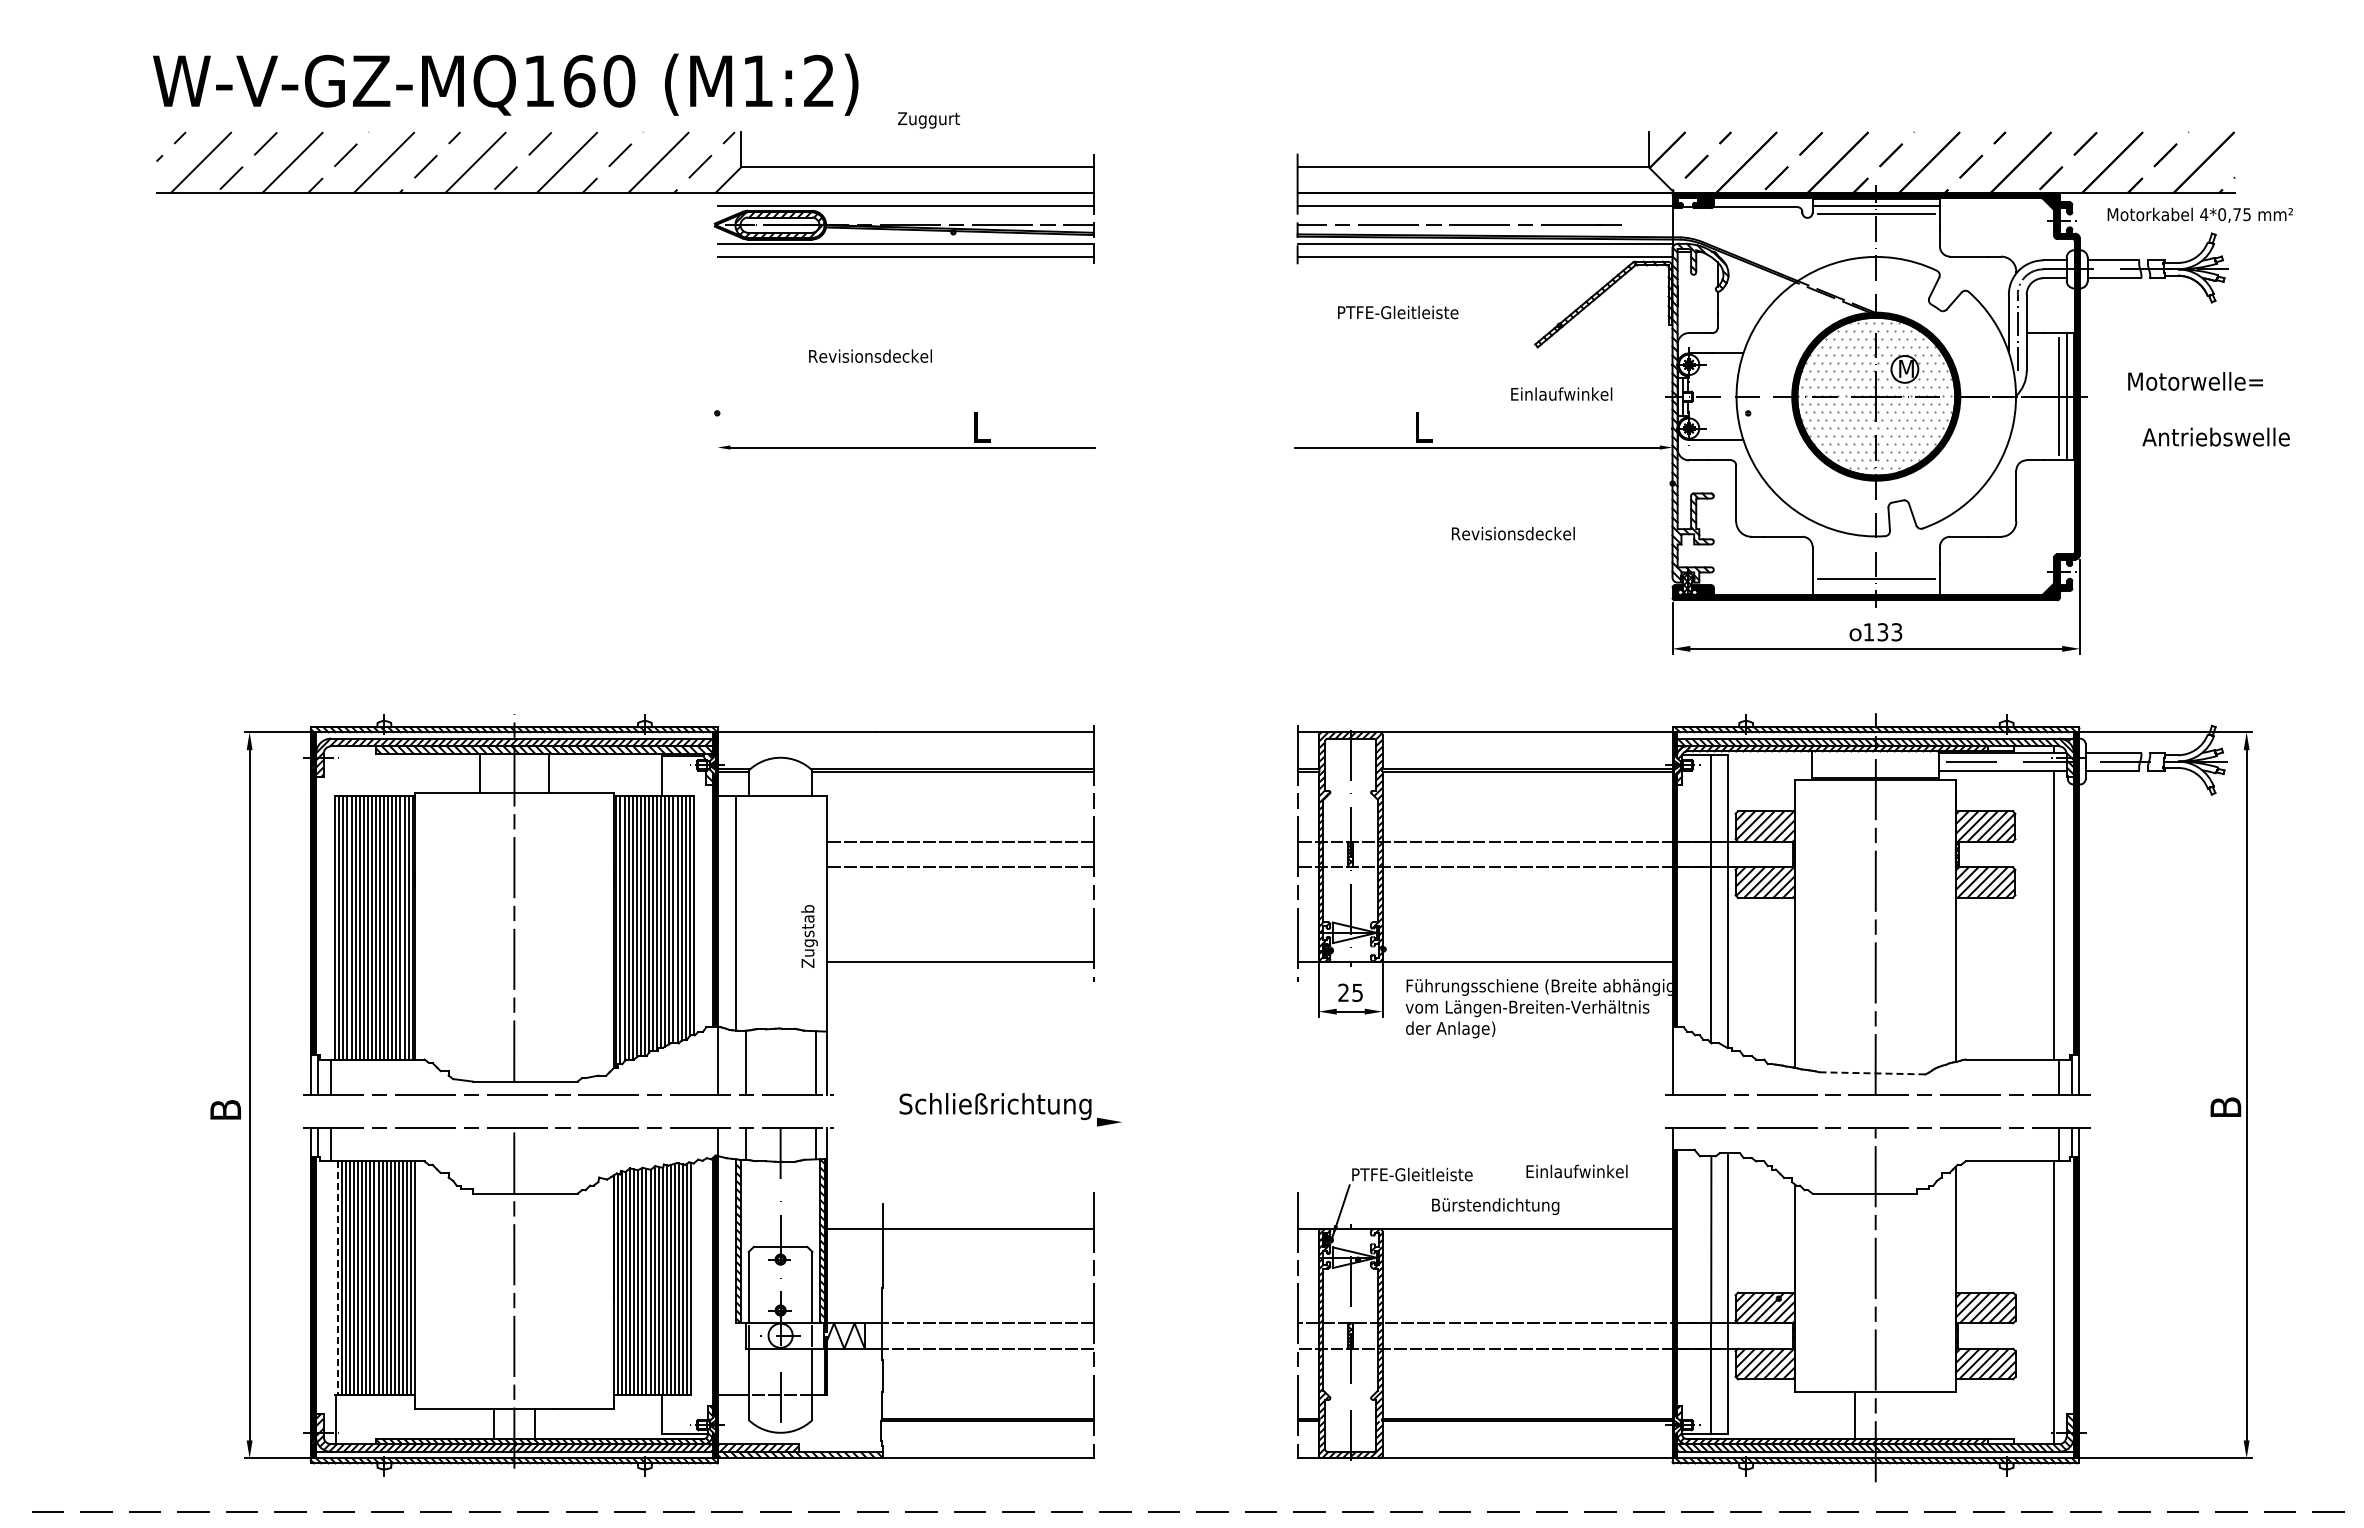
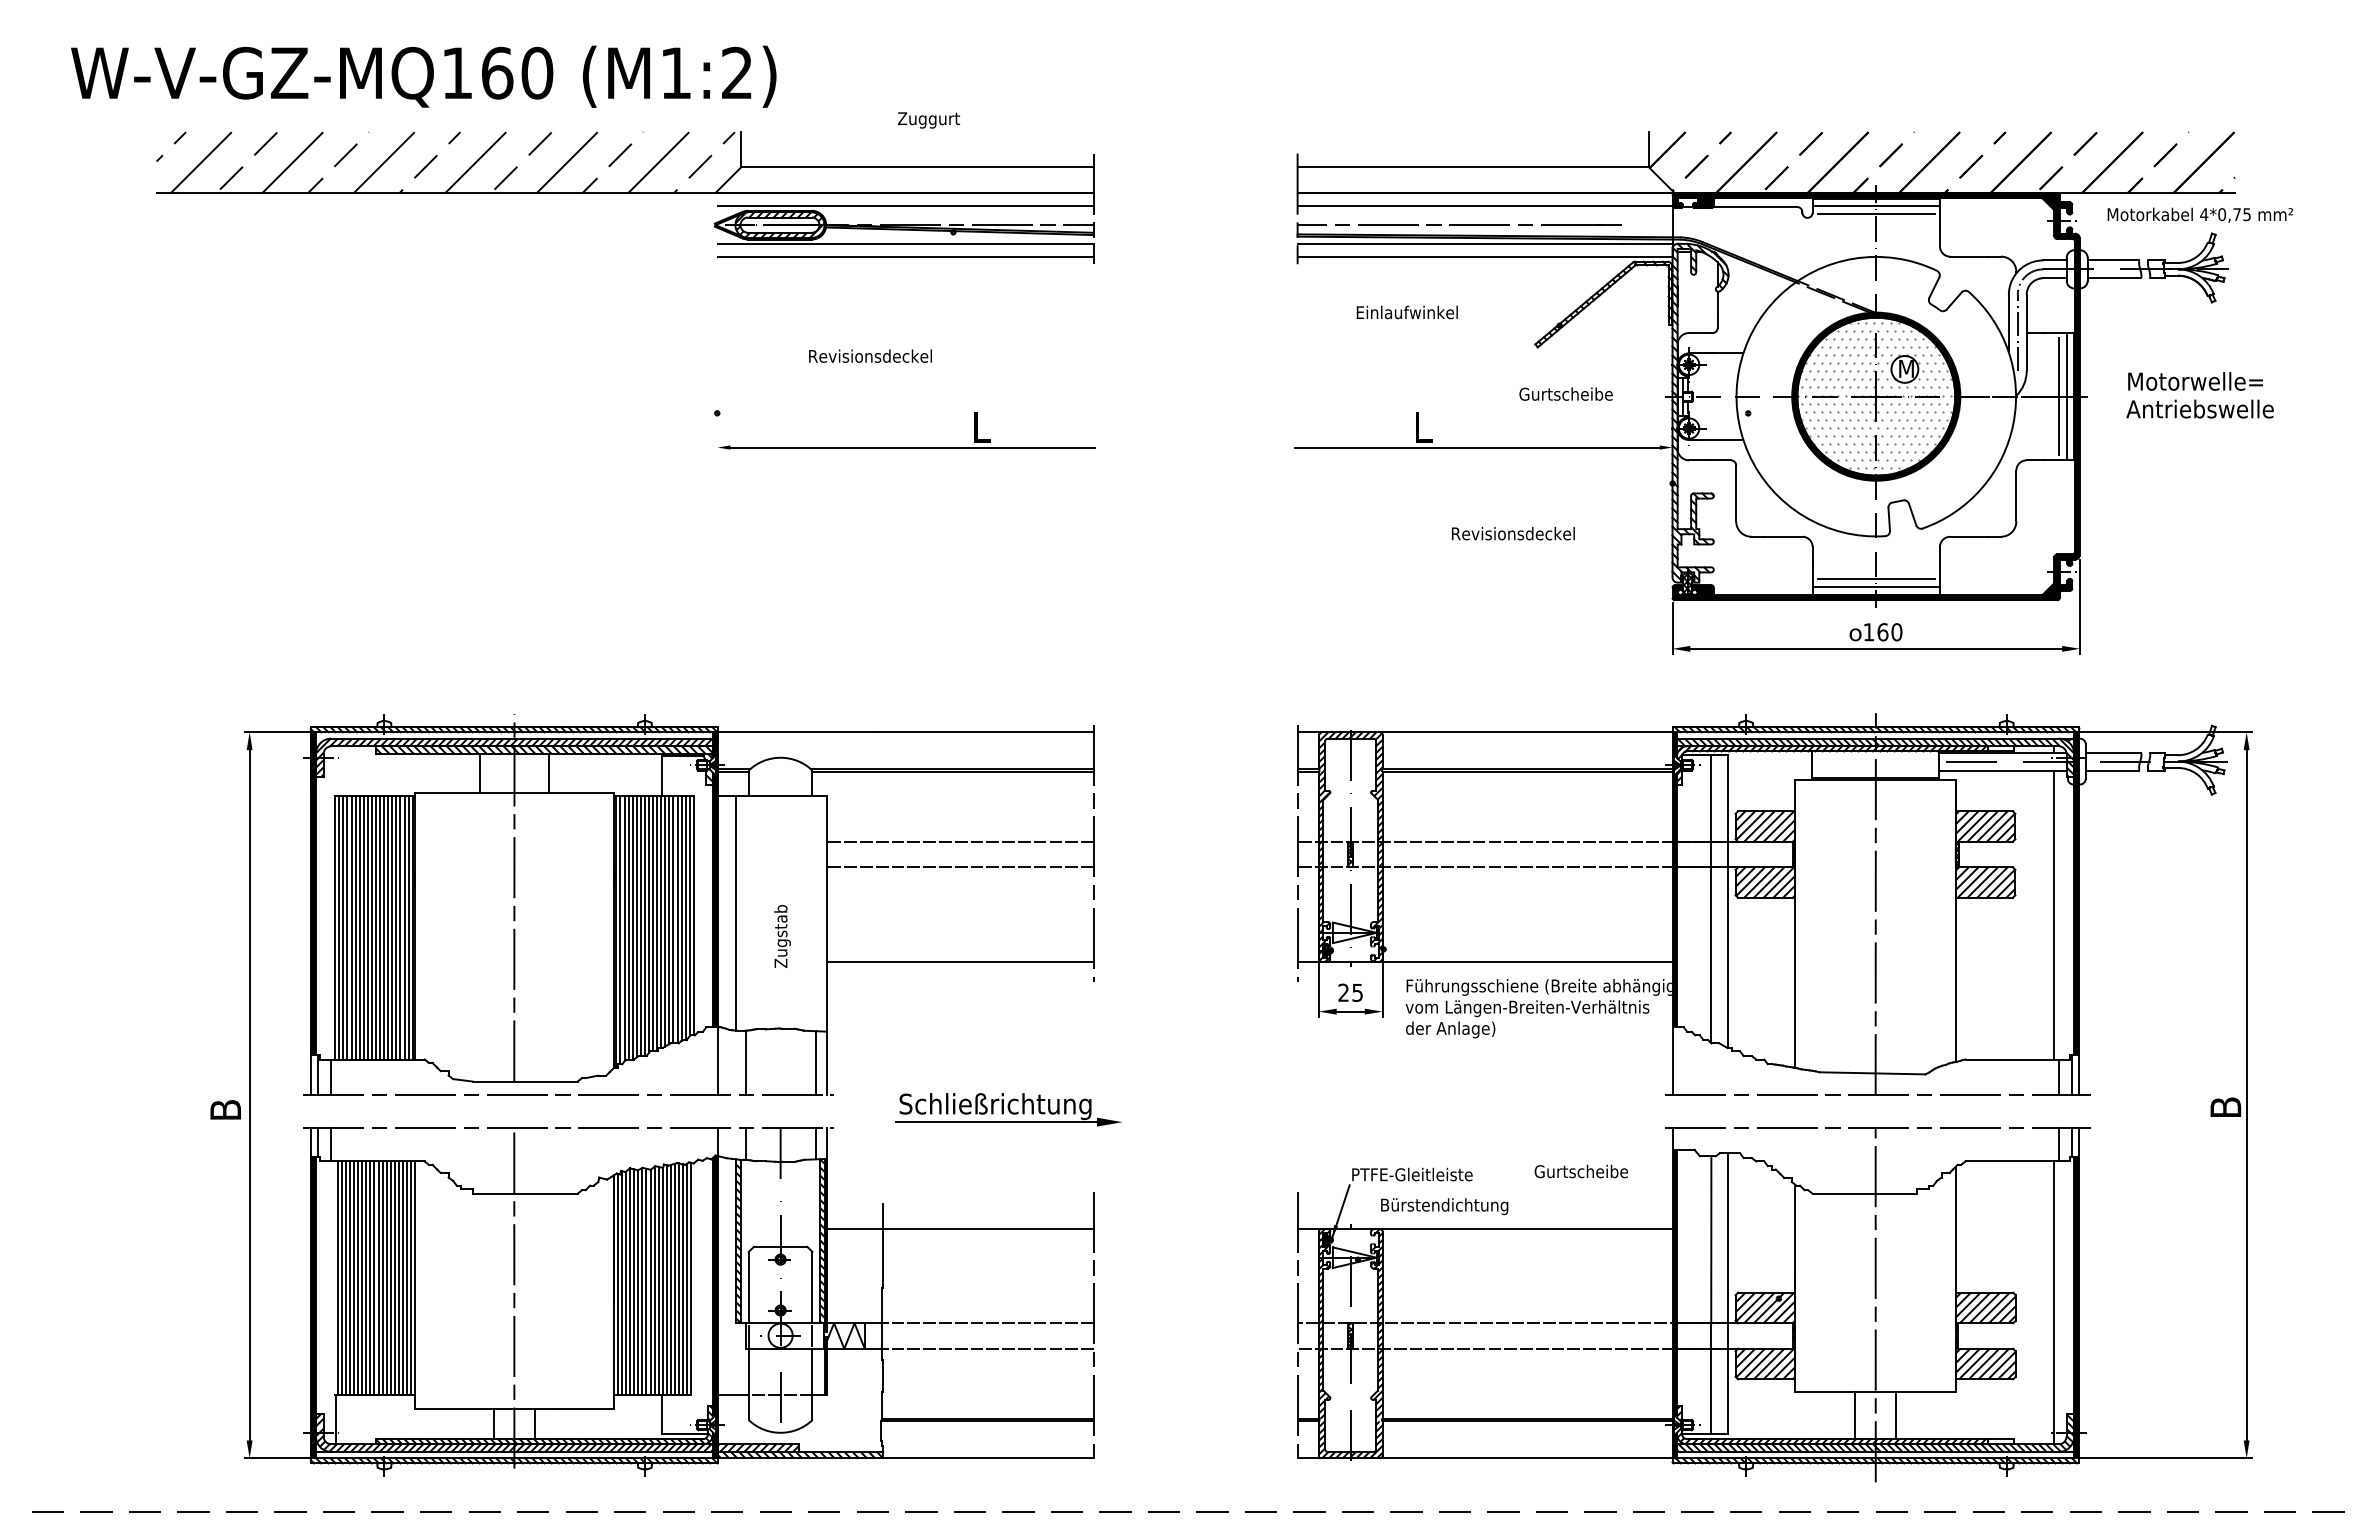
text at (505, 84) position: (505, 84) -> (423, 76)
text at (1398, 312): PTFE-Gleitleiste -> Einlaufwinkel
text at (1561, 393): Einlaufwinkel -> Gurtscheibe
text at (2215, 436) position: (2215, 436) -> (2199, 408)
line at (1875, 587): none -> present
text at (1889, 632): 133 -> 160
text at (809, 936) position: (809, 936) -> (782, 936)
line at (1872, 1073): dashed -> solid
line at (996, 1122): none -> present
text at (1577, 1171): Einlaufwinkel -> Gurtscheibe
text at (1495, 1206) position: (1495, 1206) -> (1444, 1206)
line at (337, 1278): dashed -> solid
line at (1896, 1415): none -> present
